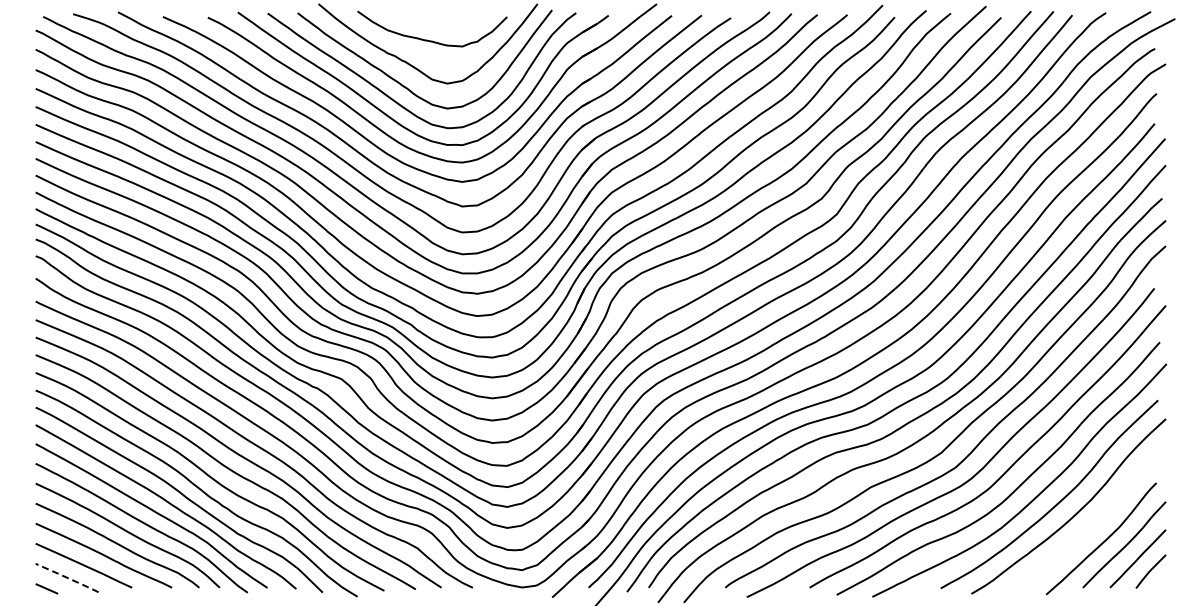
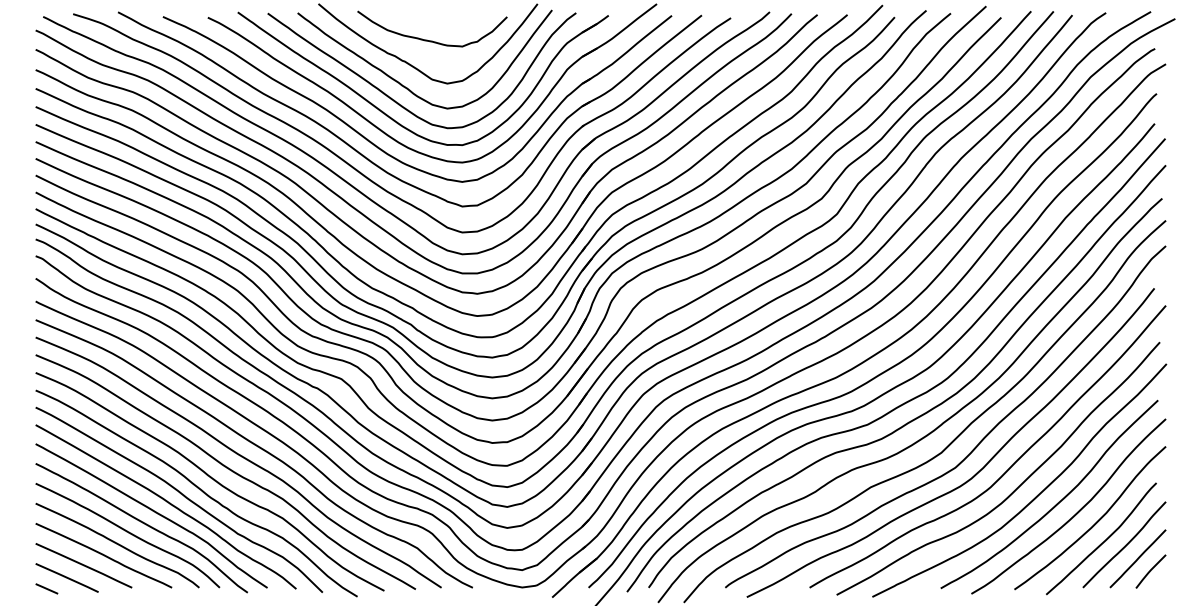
curve at (1095, 522): none -> present
line at (67, 577): dashed -> solid
